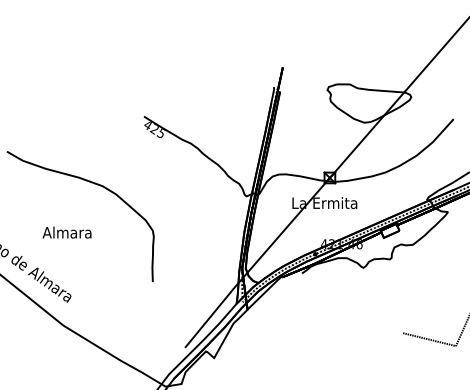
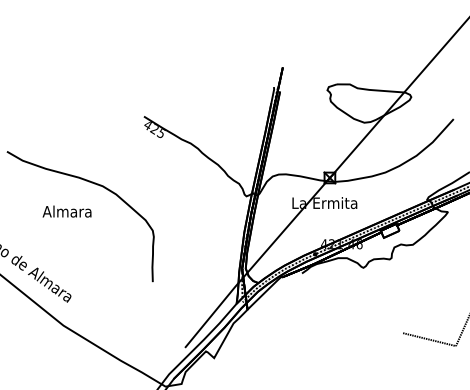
text at (66, 232) position: (66, 232) -> (66, 211)
